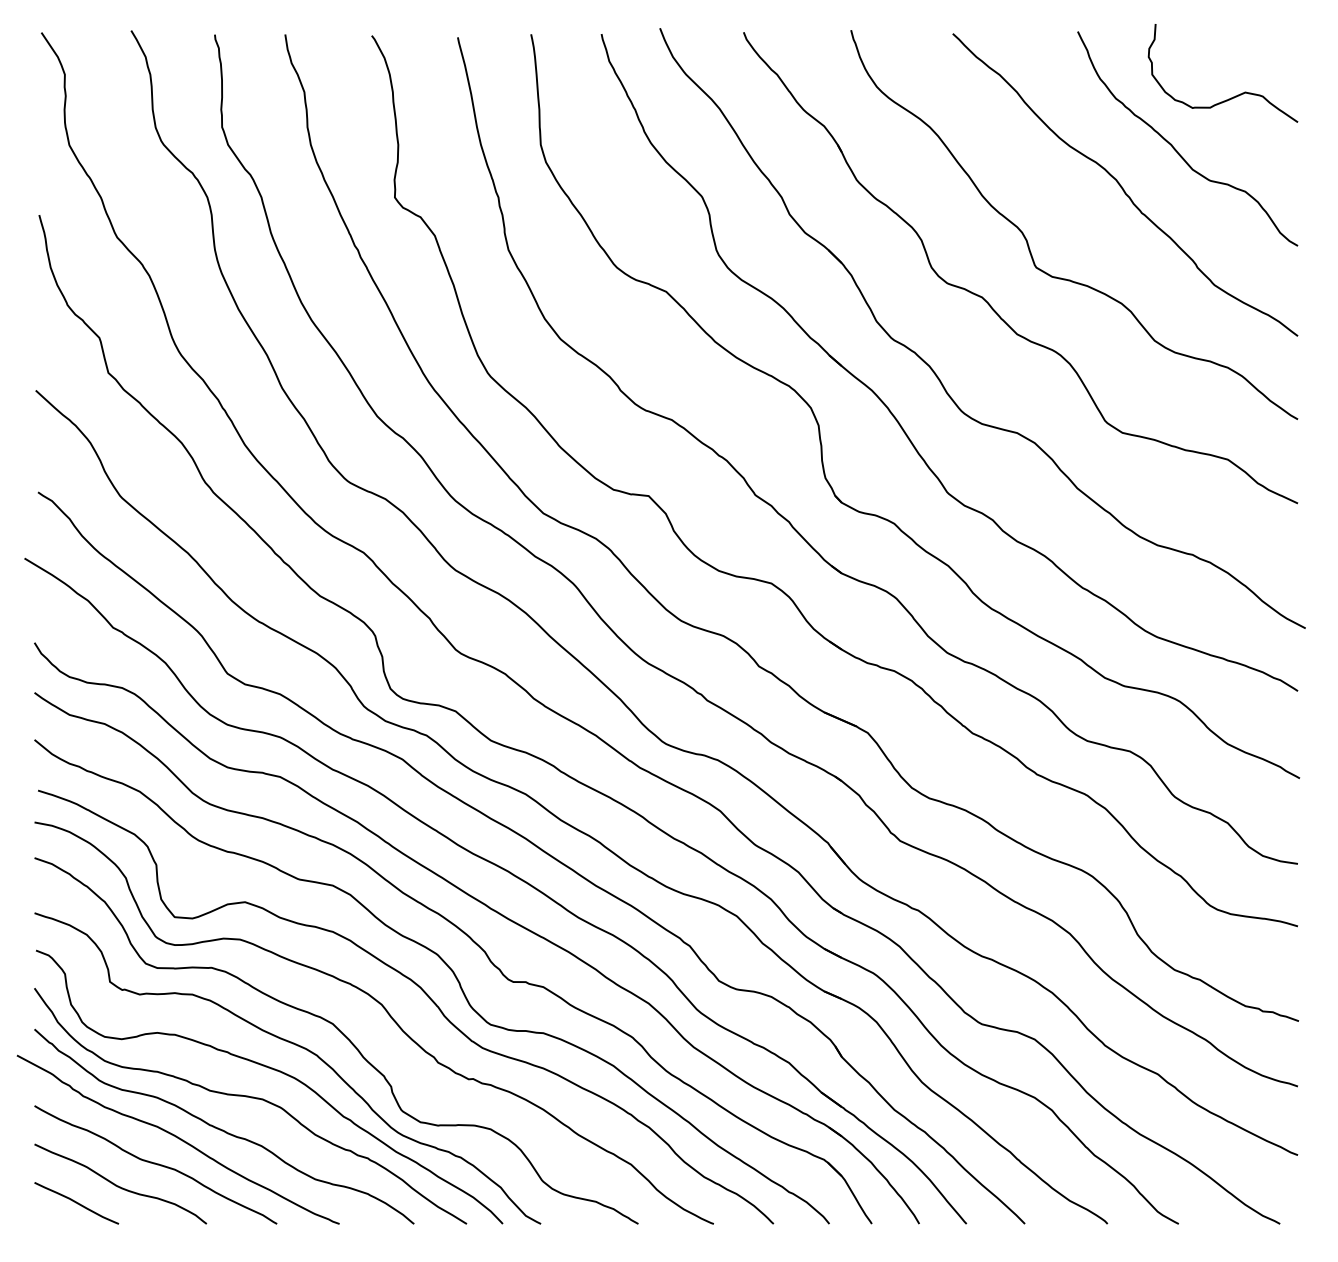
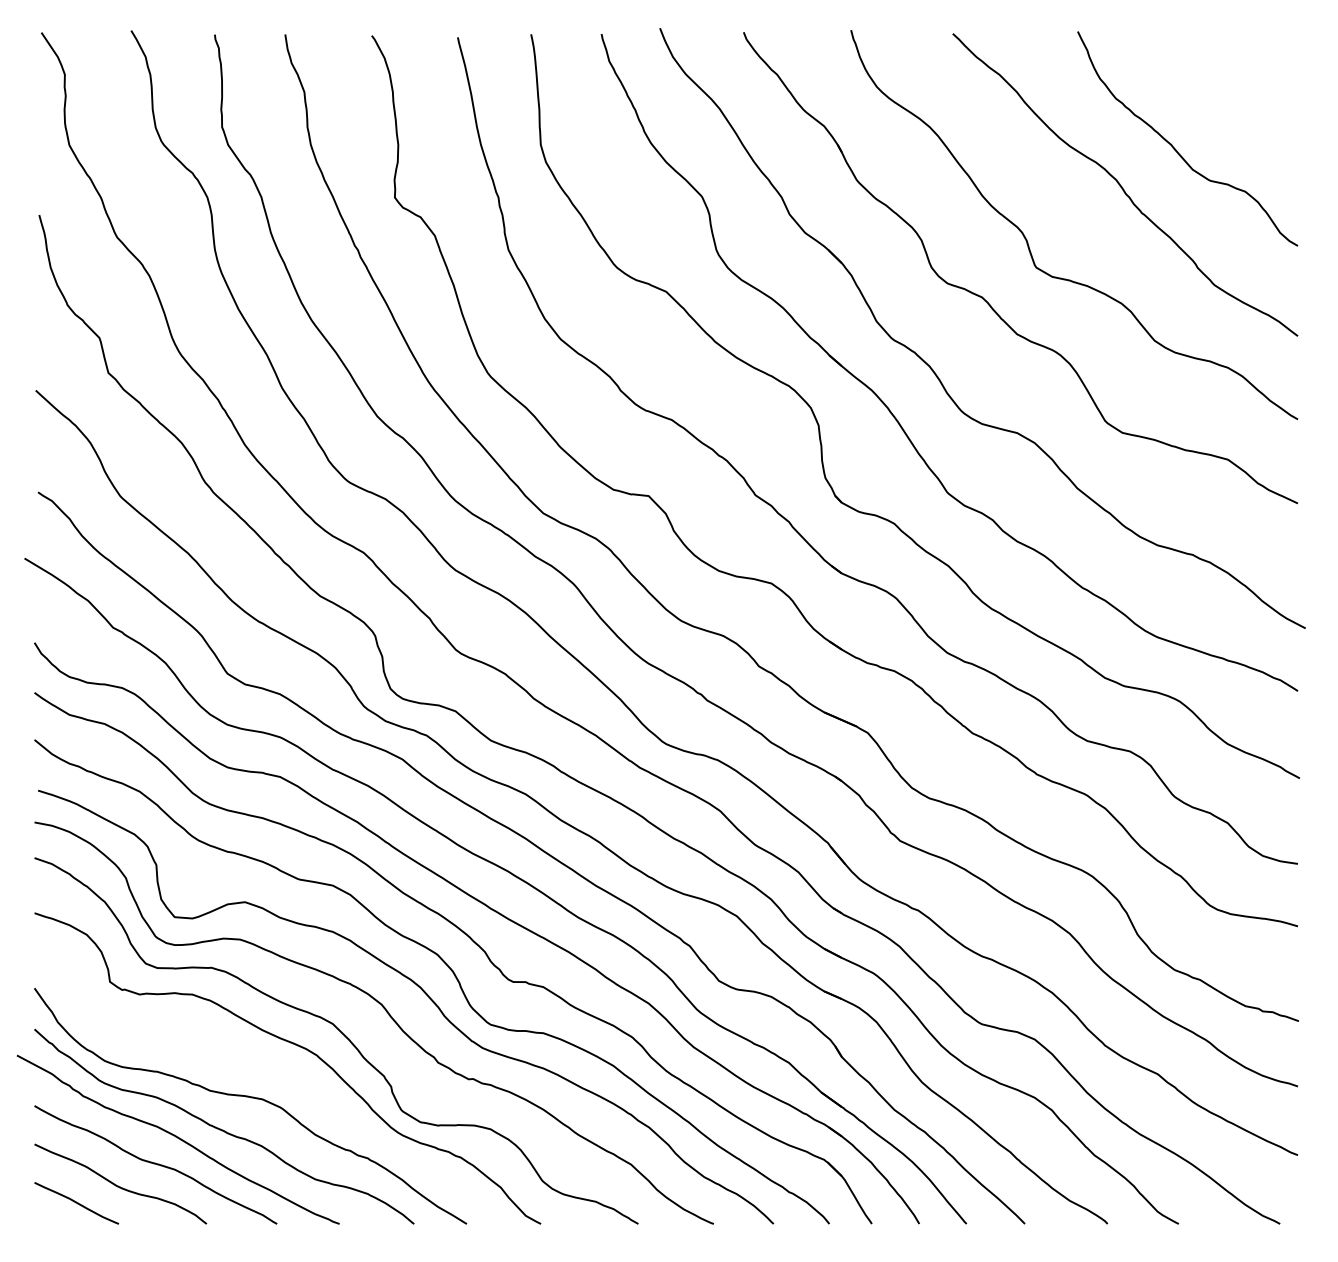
curve at (1233, 96): present -> none
curve at (276, 1071): present -> none
